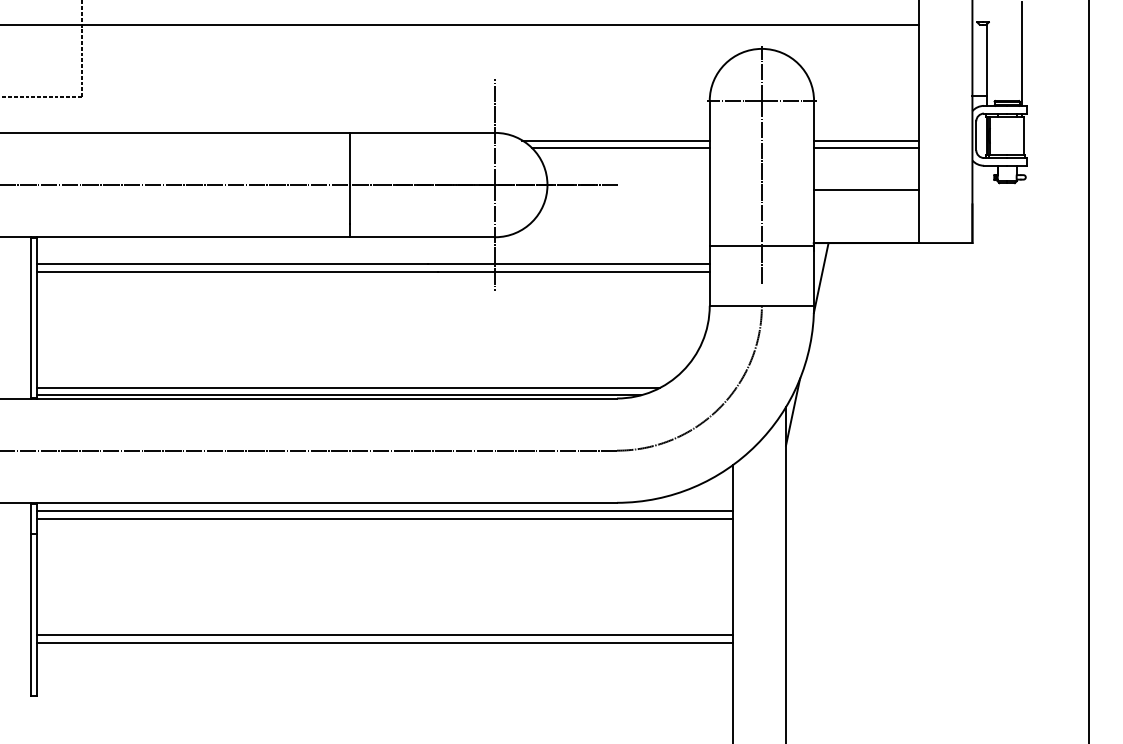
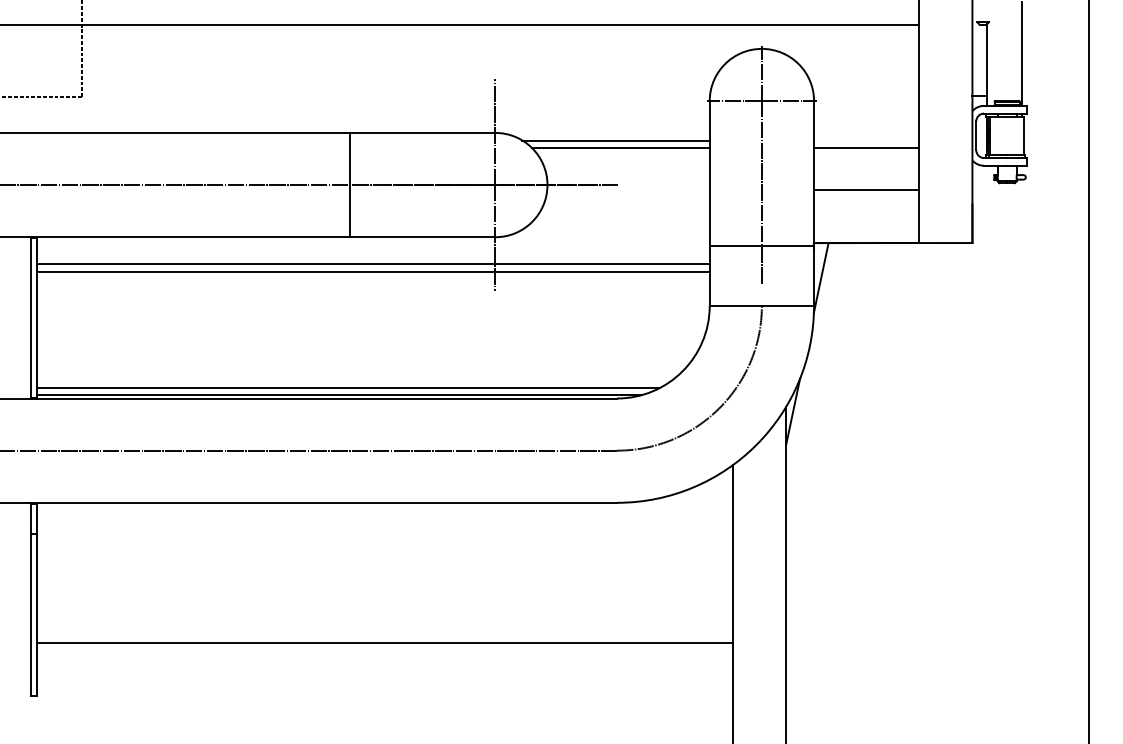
line at (866, 140): present -> none
line at (384, 511): present -> none
line at (384, 519): present -> none
line at (384, 635): present -> none
